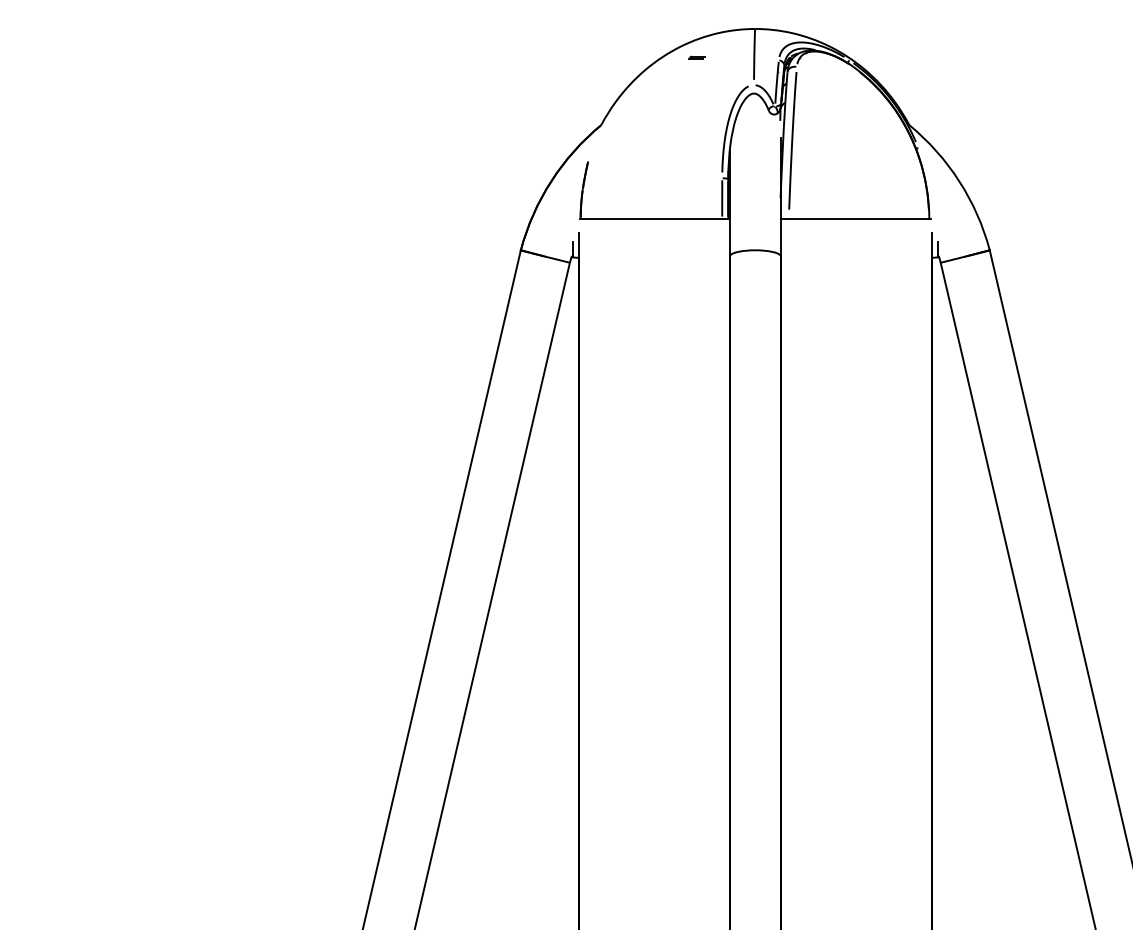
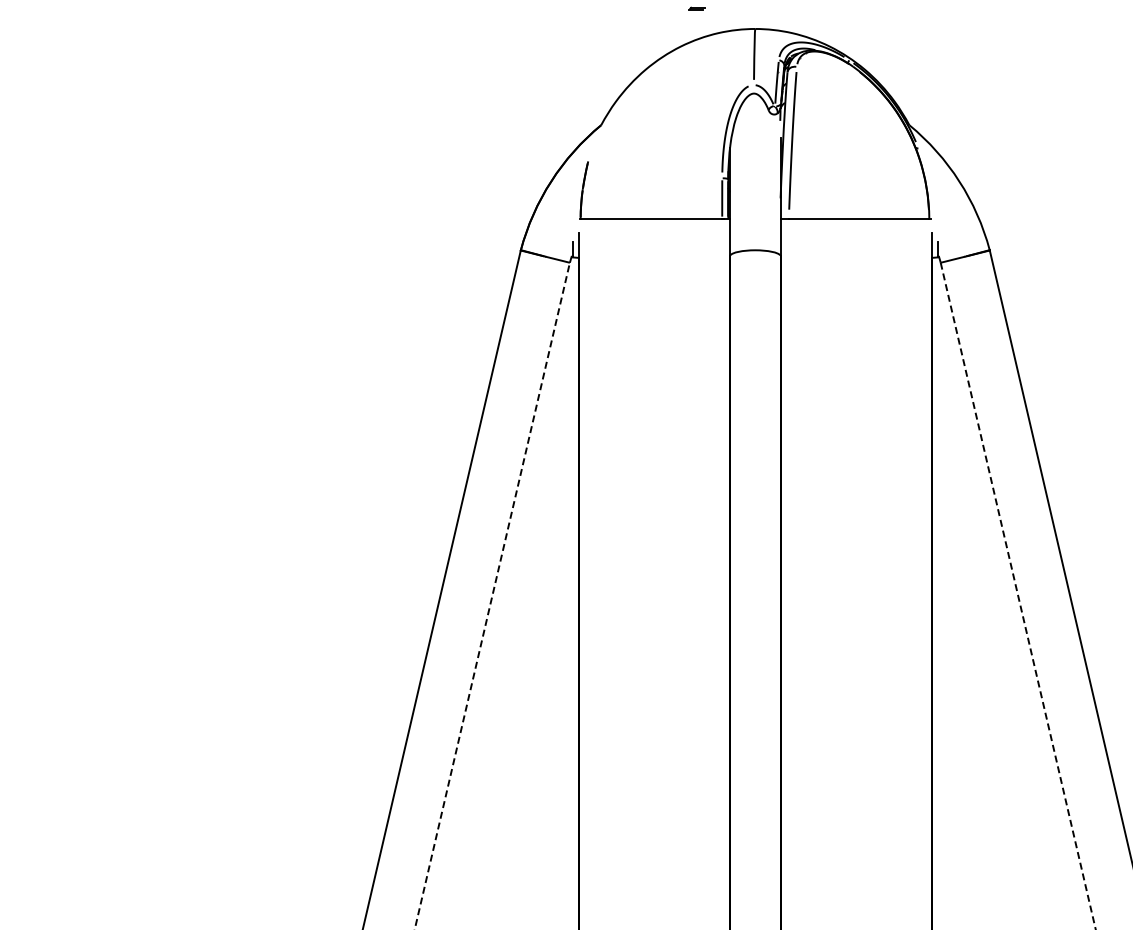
part at (696, 57) position: (696, 57) -> (696, 8)
line at (492, 595): solid -> dashed
line at (1018, 596): solid -> dashed
